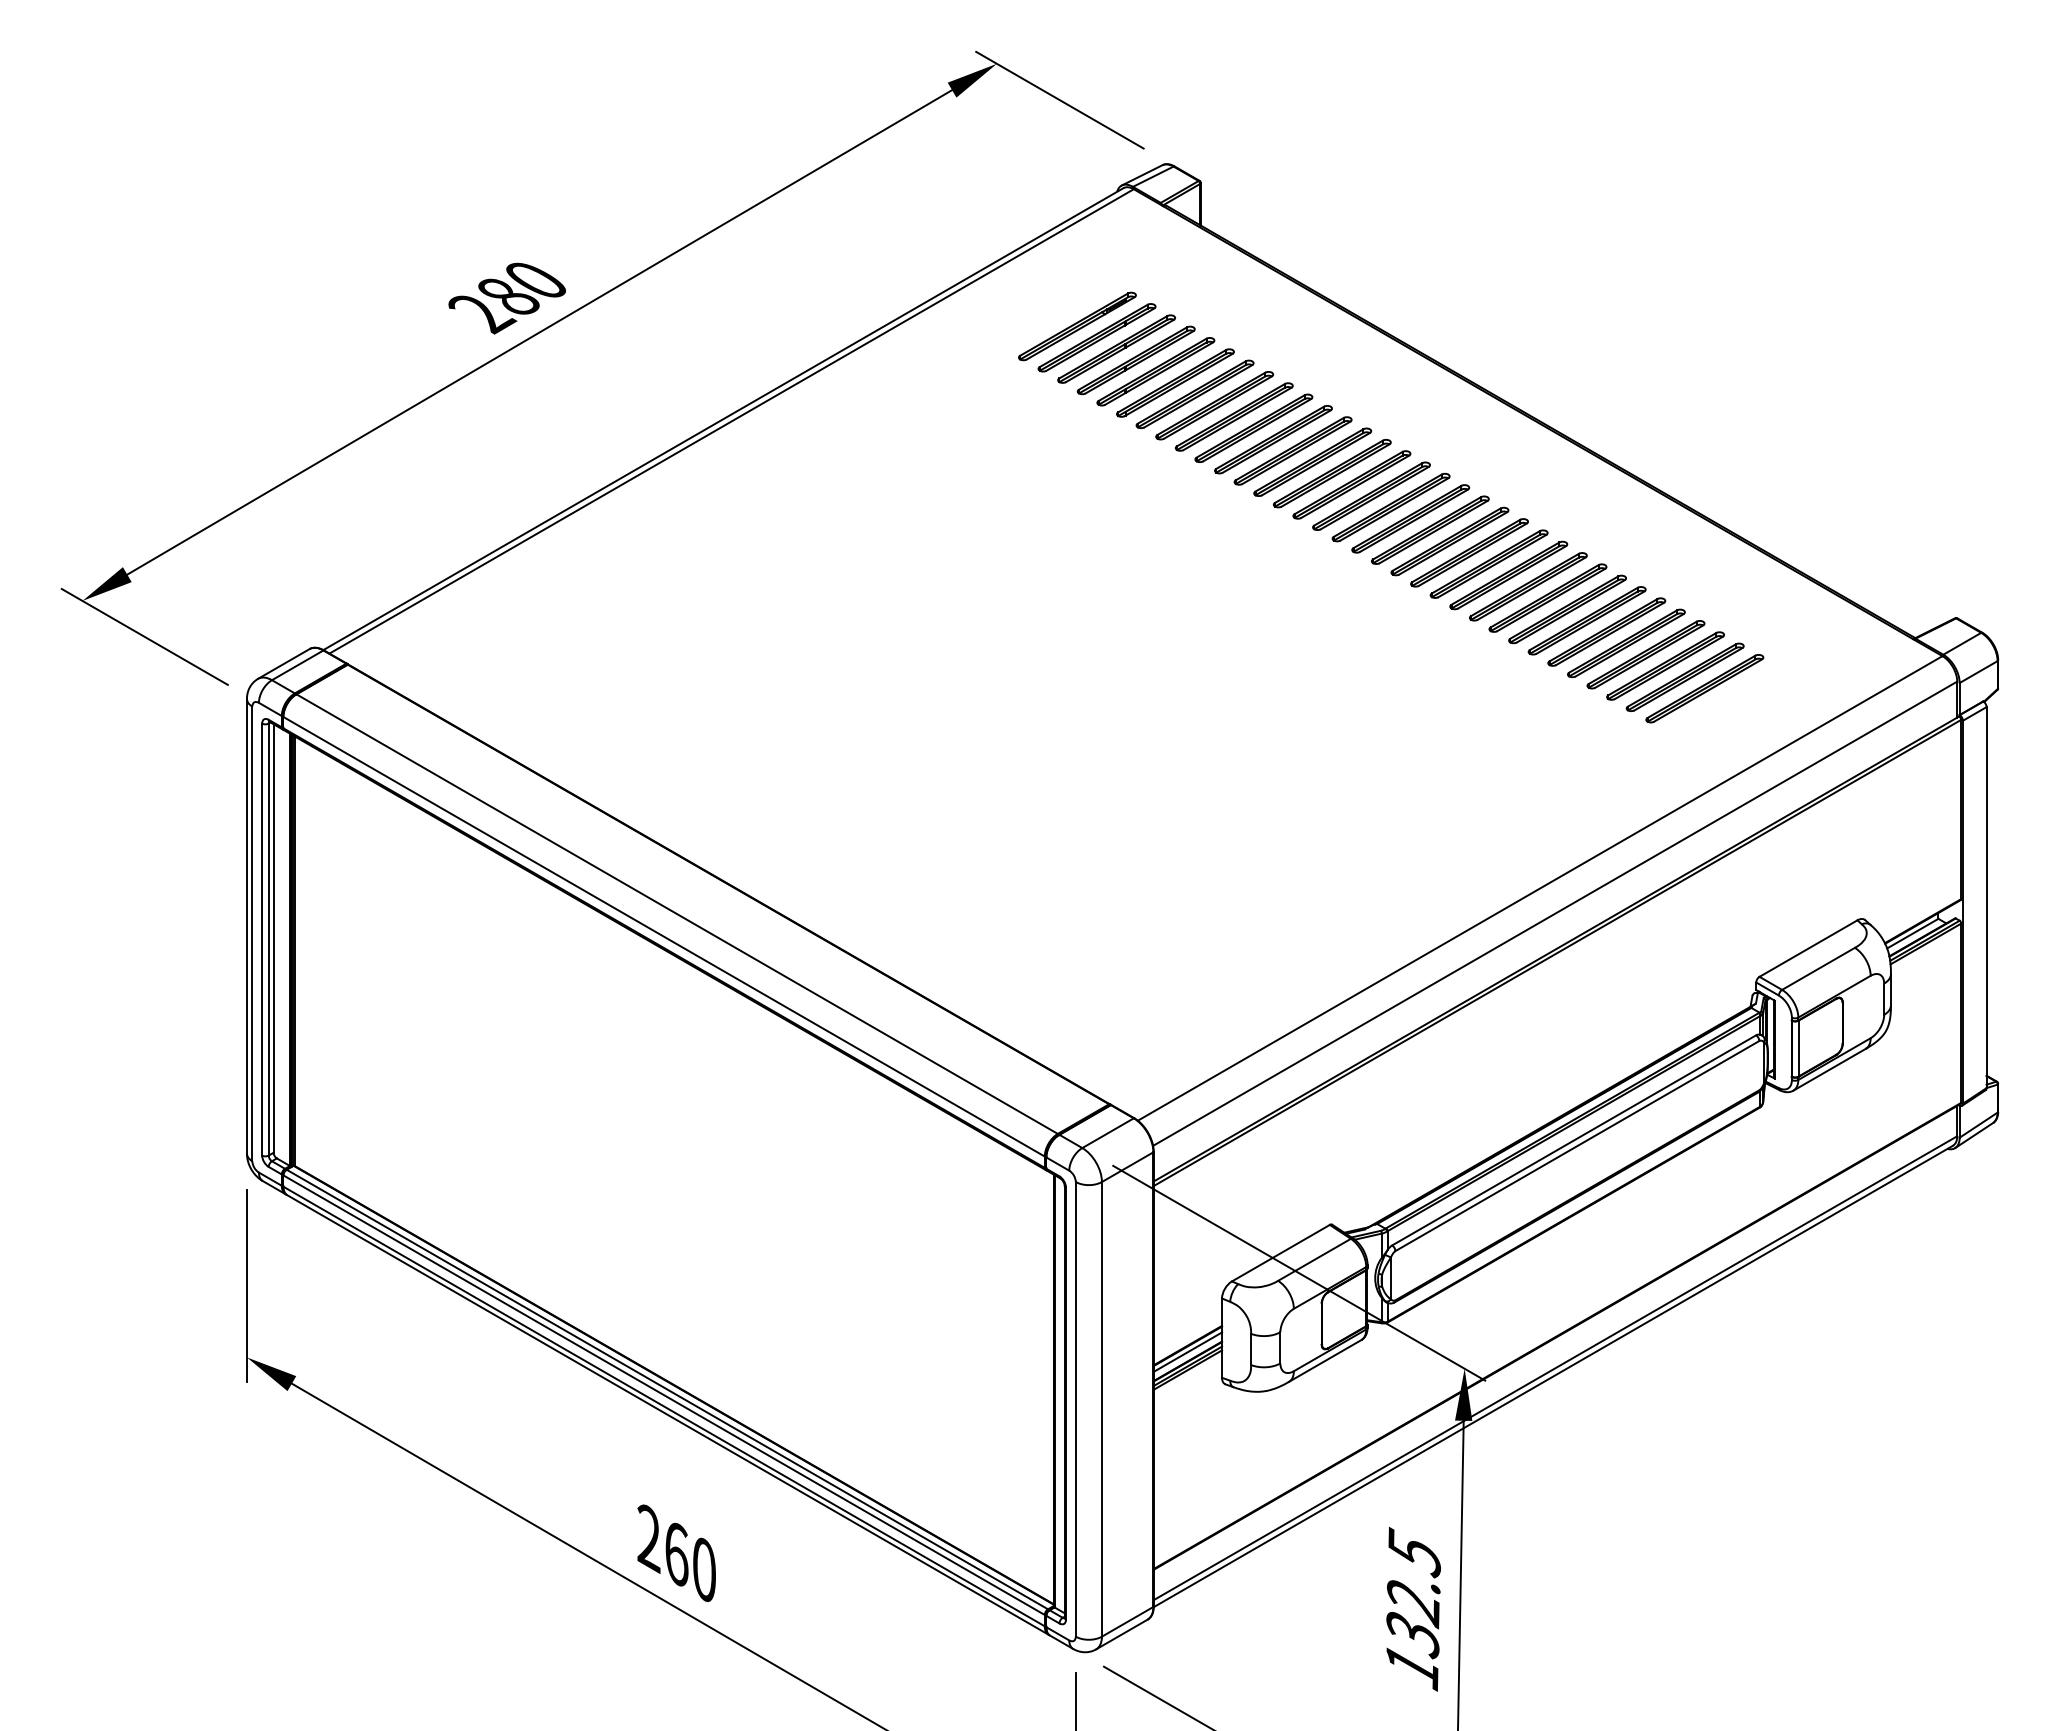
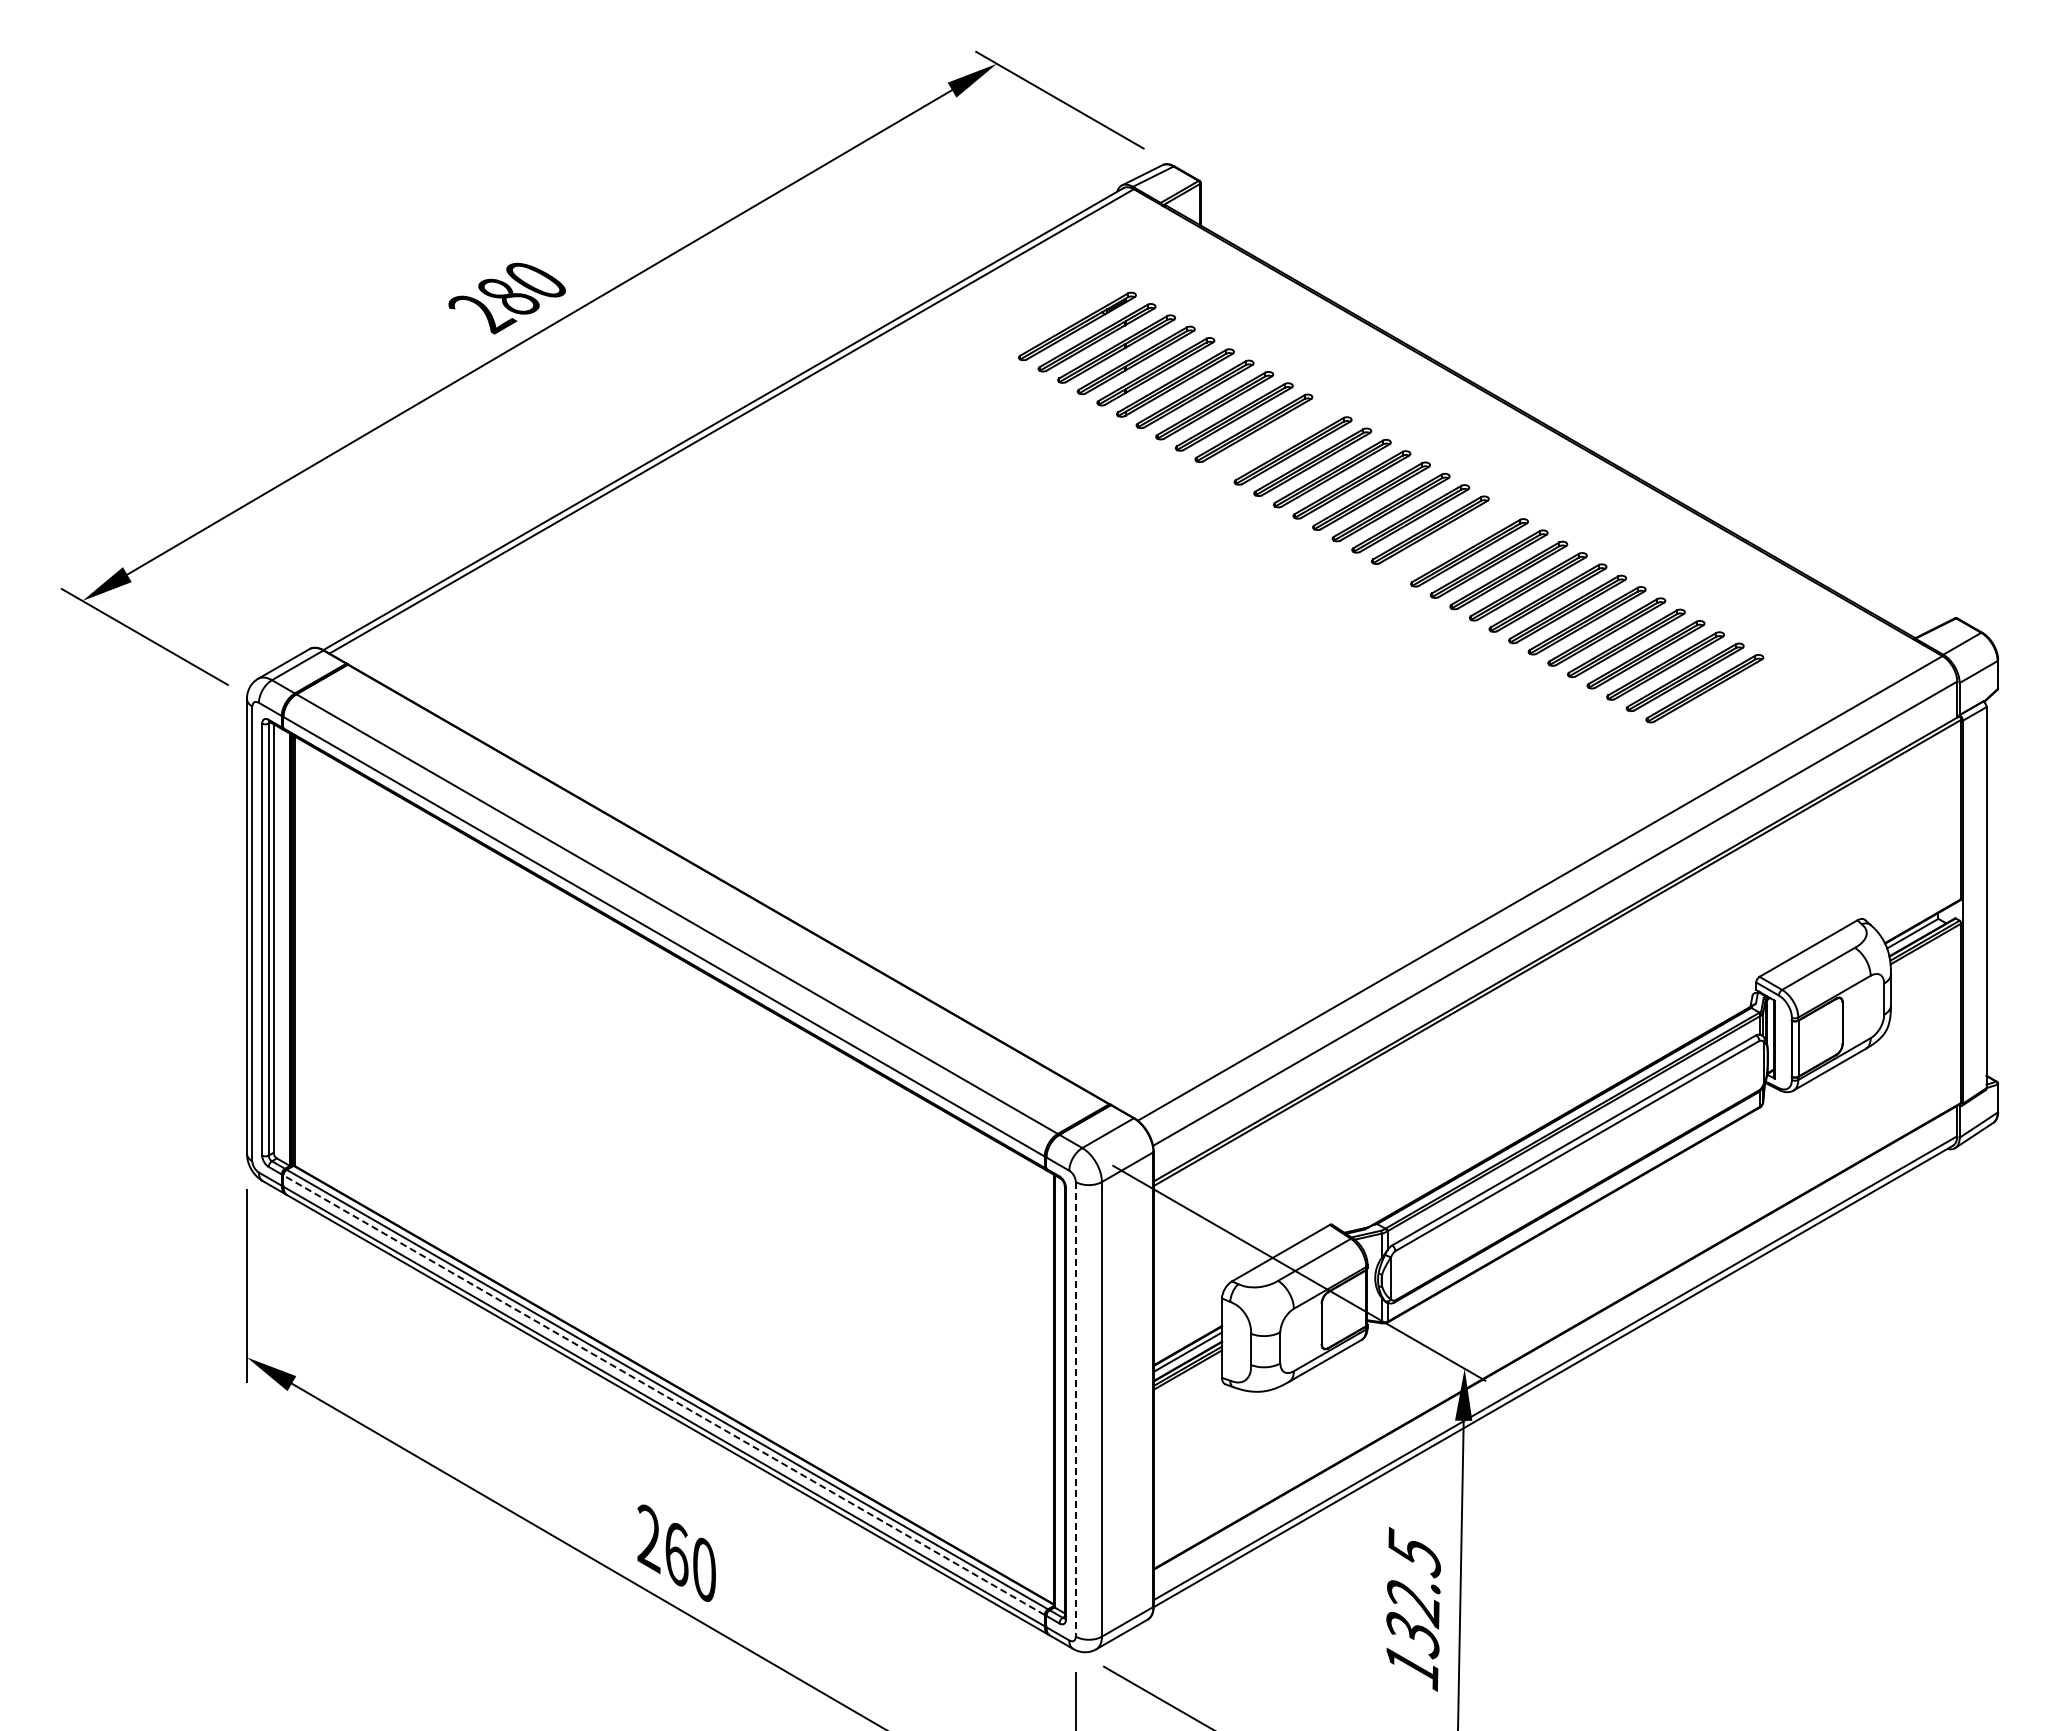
part at (1273, 439): present -> none
part at (1449, 541): present -> none
line at (664, 1395): solid -> dashed
line at (1075, 1409): solid -> dashed
